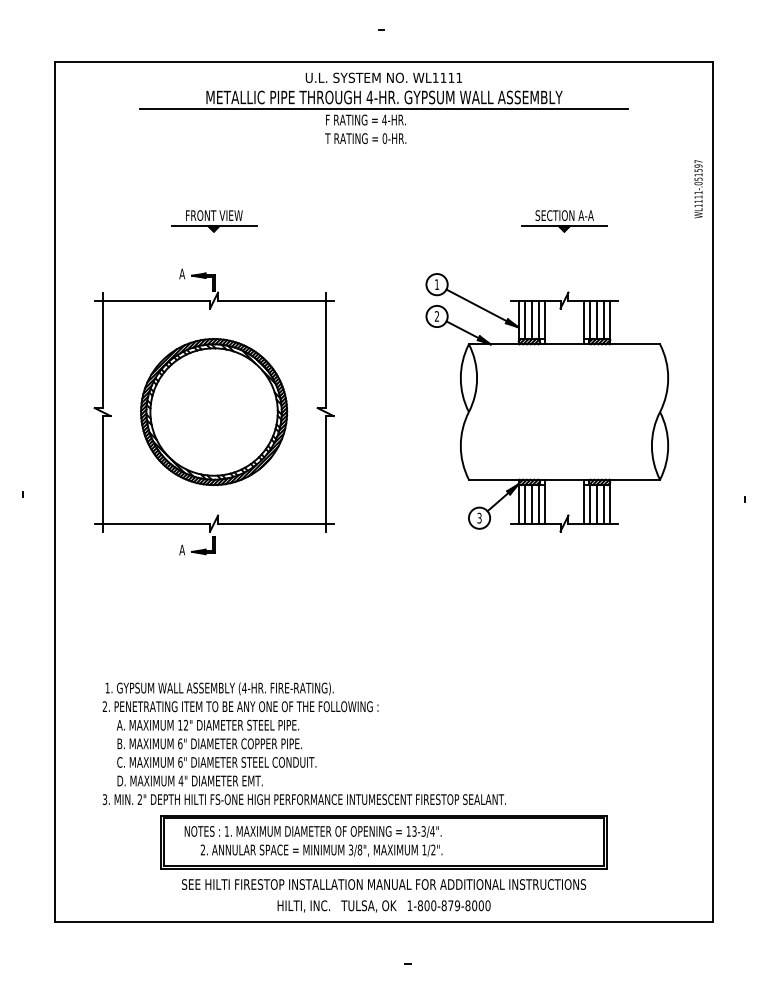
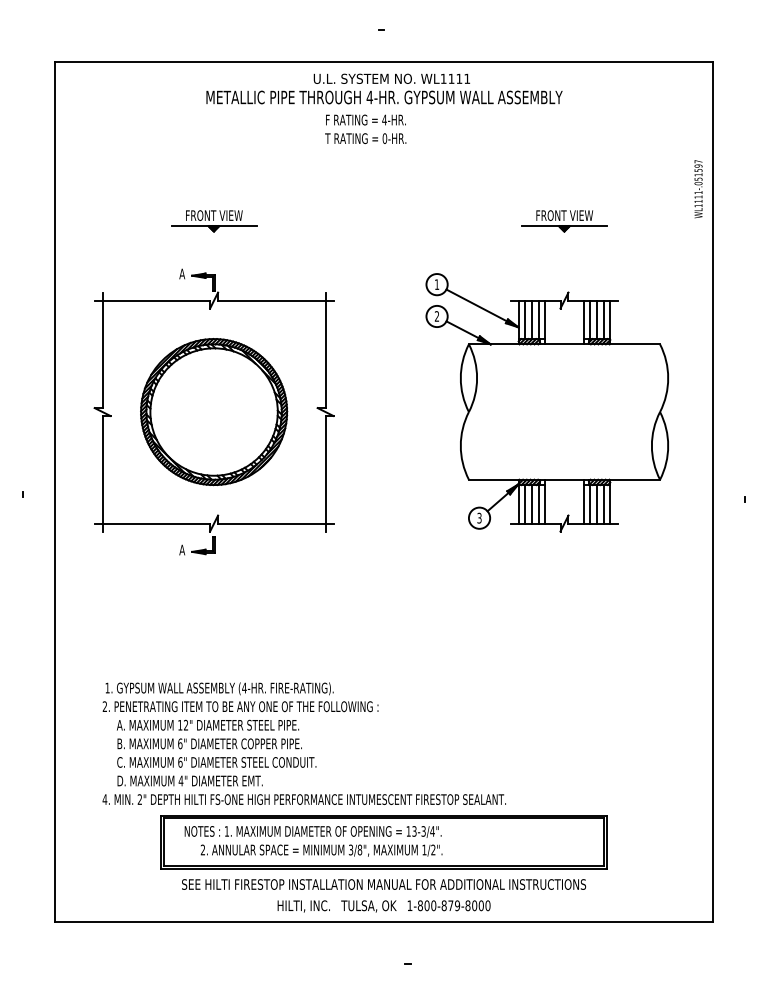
text at (383, 77) position: (383, 77) -> (391, 78)
line at (383, 109): present -> none
text at (564, 215): SECTION A-A -> FRONT VIEW
text at (104, 799): 3. -> 4.
